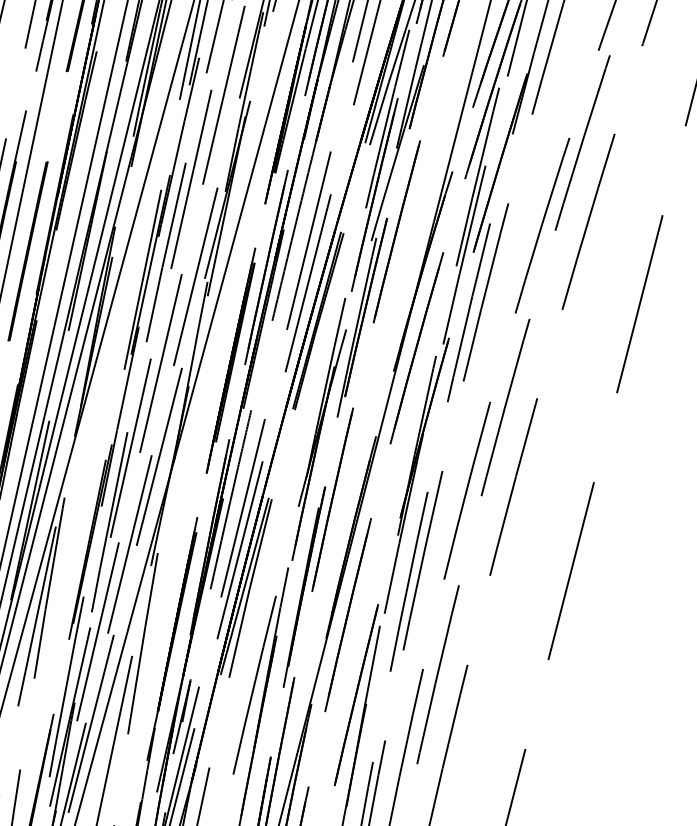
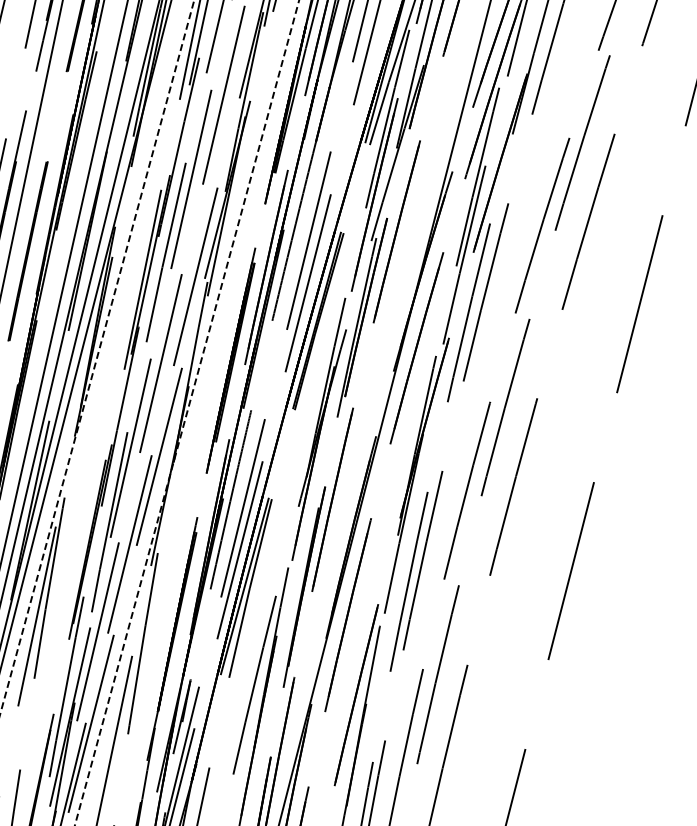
line at (97, 357): solid -> dashed
line at (187, 413): solid -> dashed
